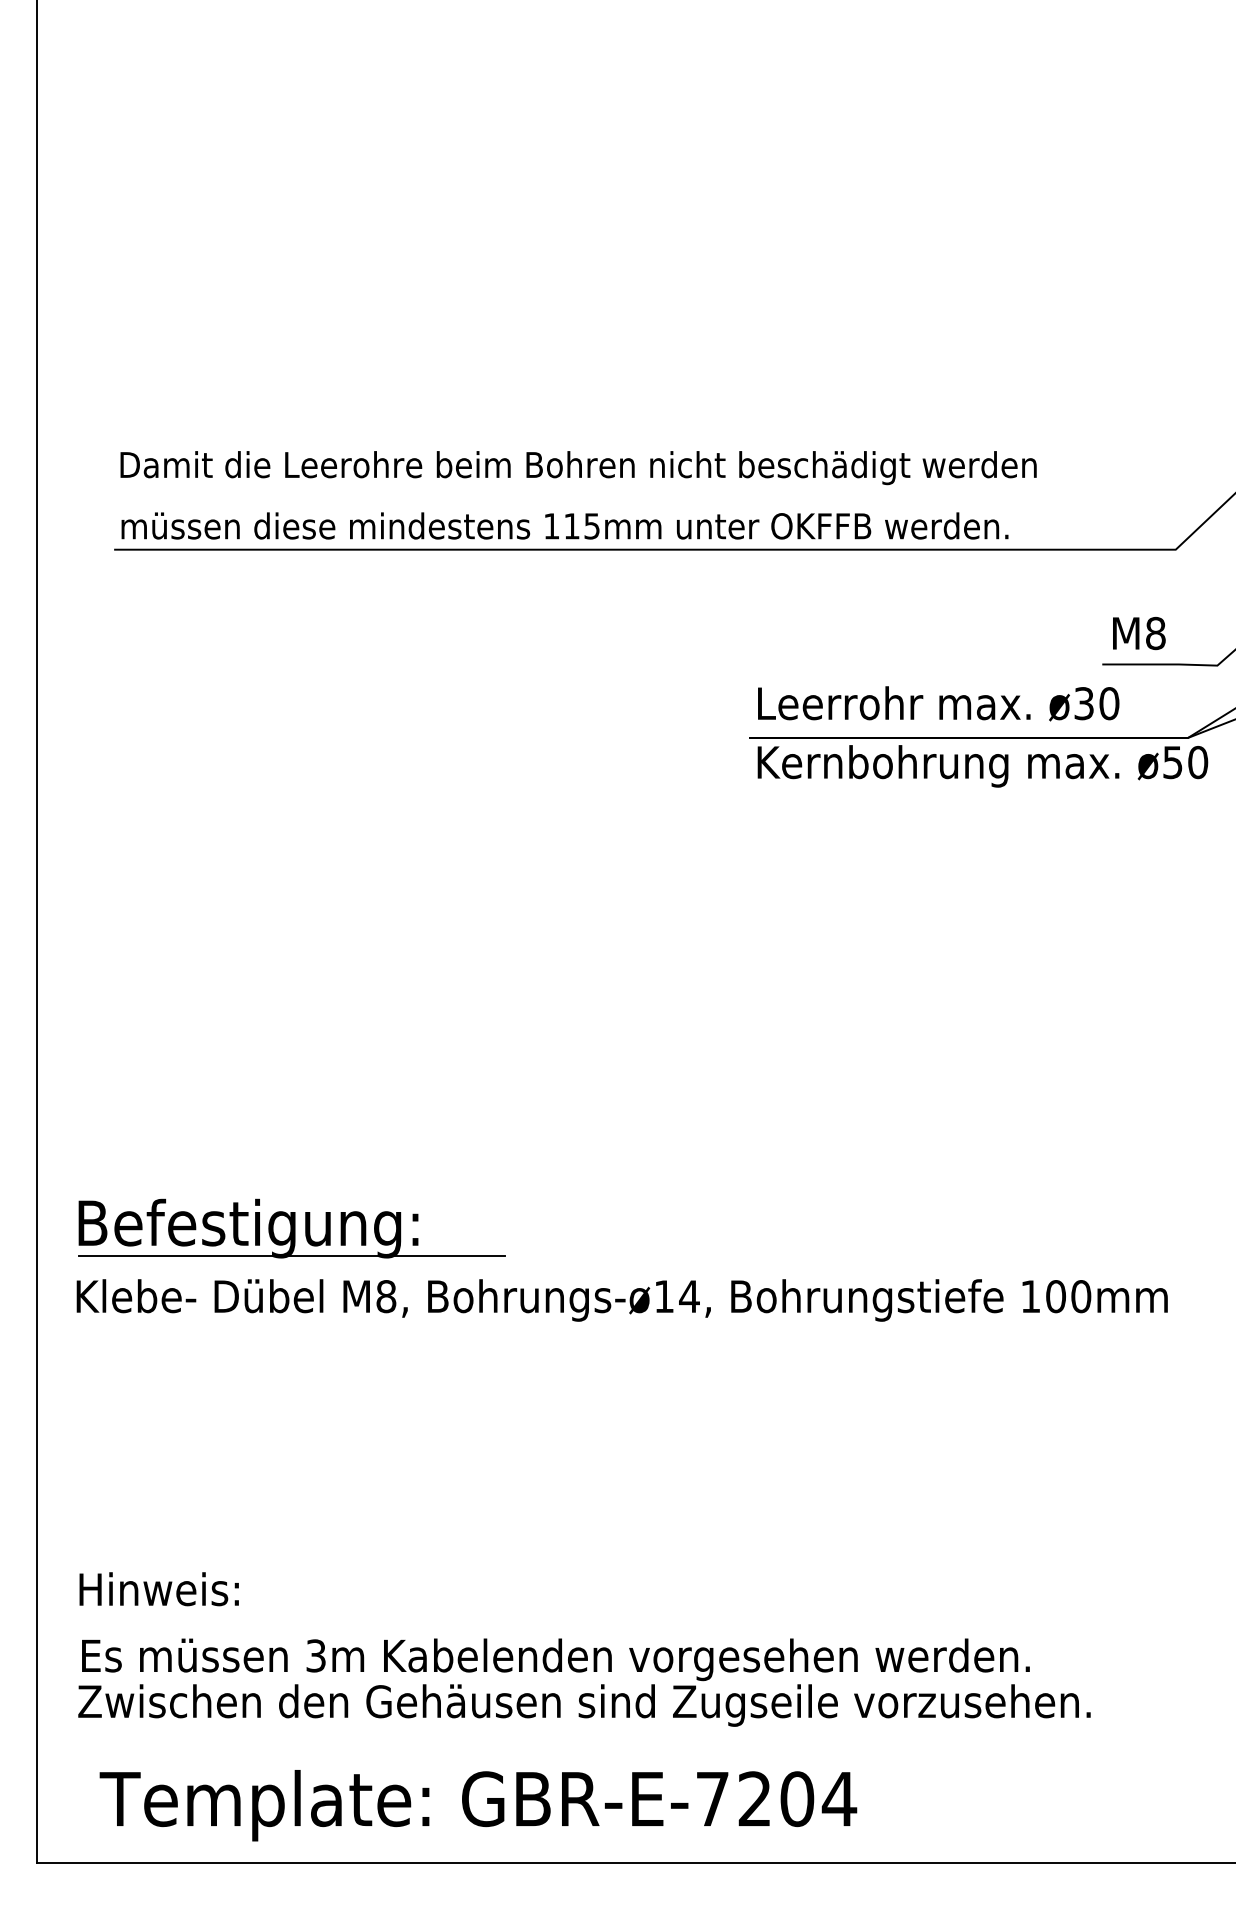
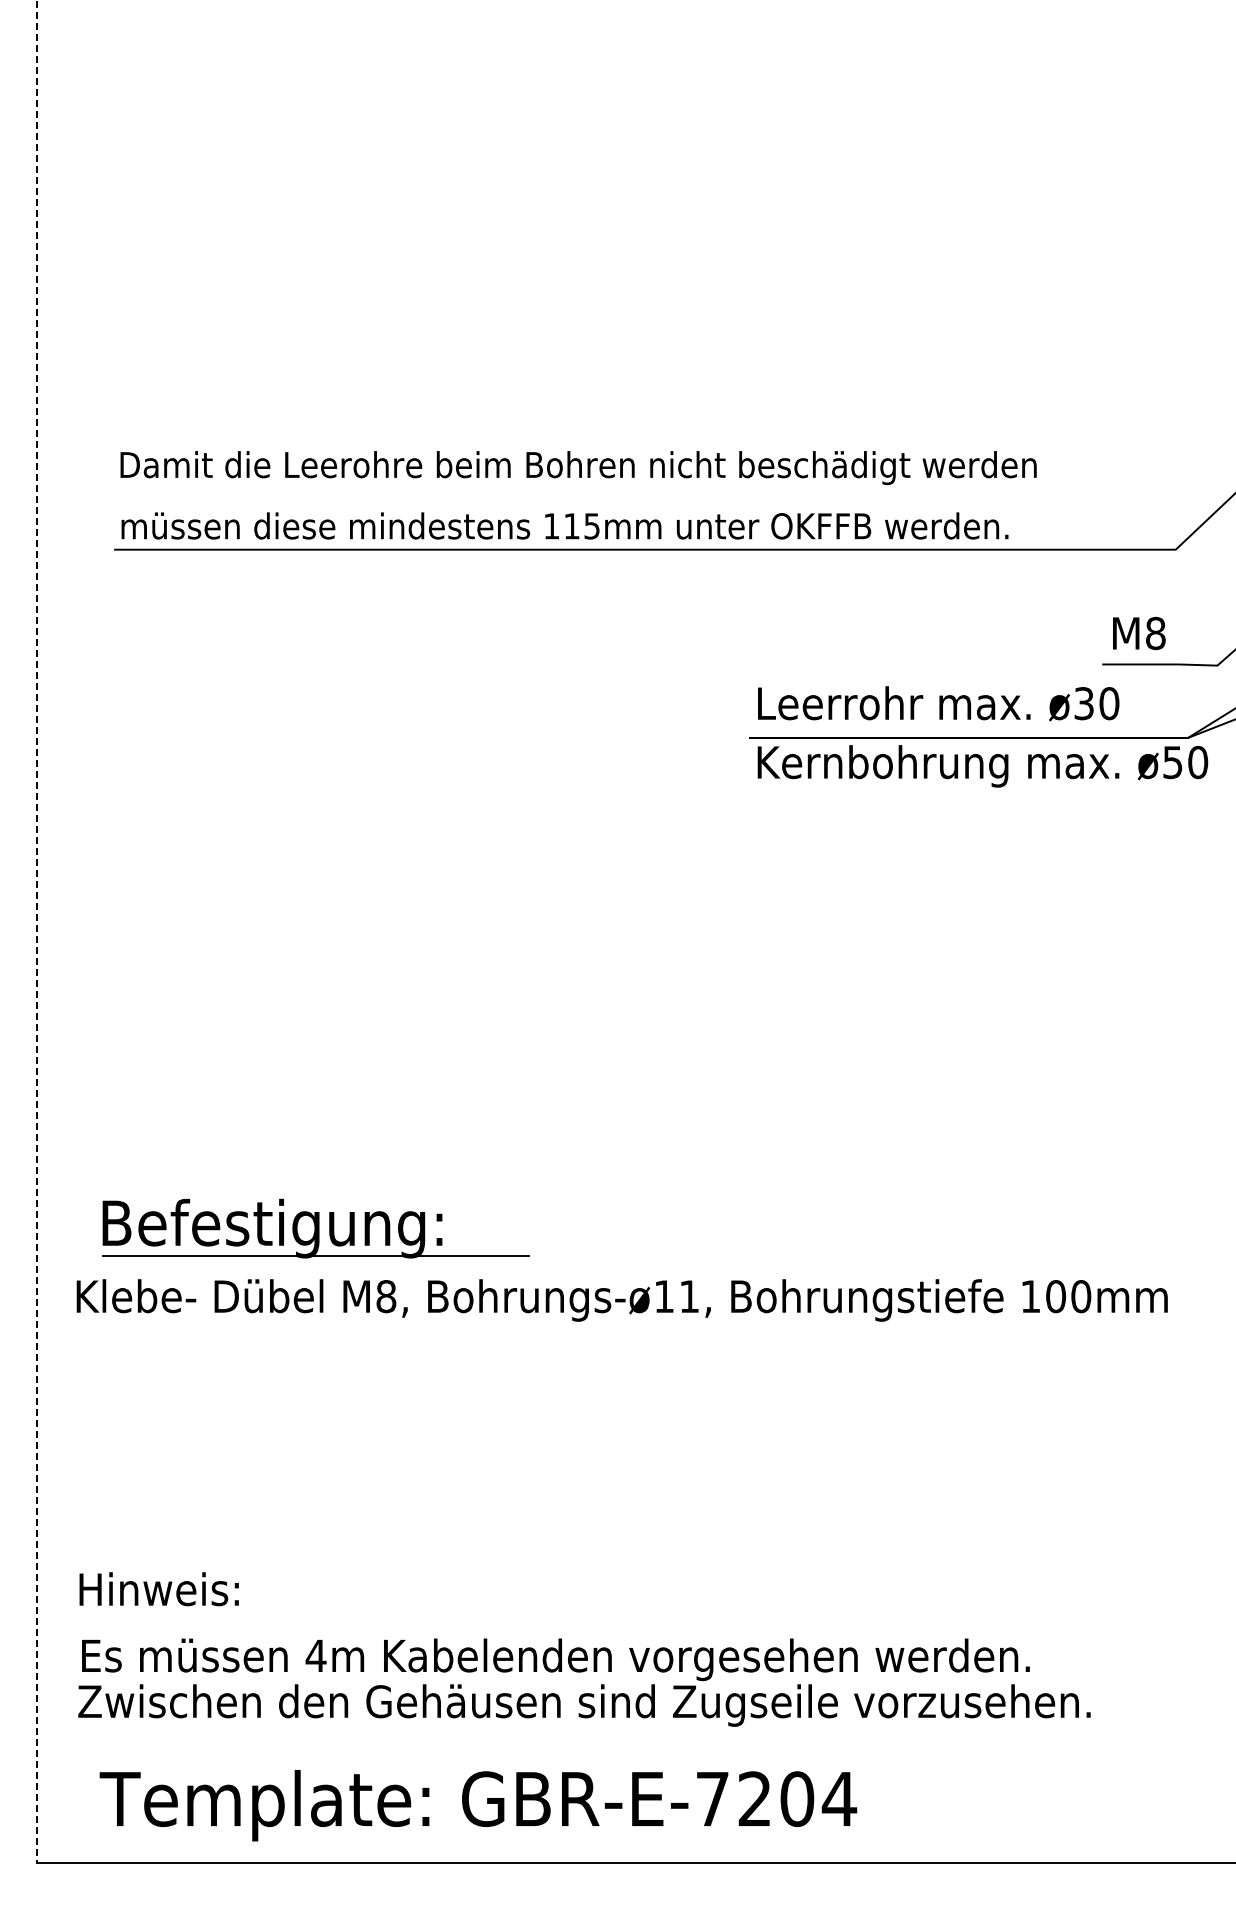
line at (37, 932): solid -> dashed
part at (291, 1228) position: (291, 1228) -> (315, 1228)
text at (689, 1296): Bohrungs-ø14, -> Bohrungs-ø11,
text at (315, 1655): 3m -> 4m
